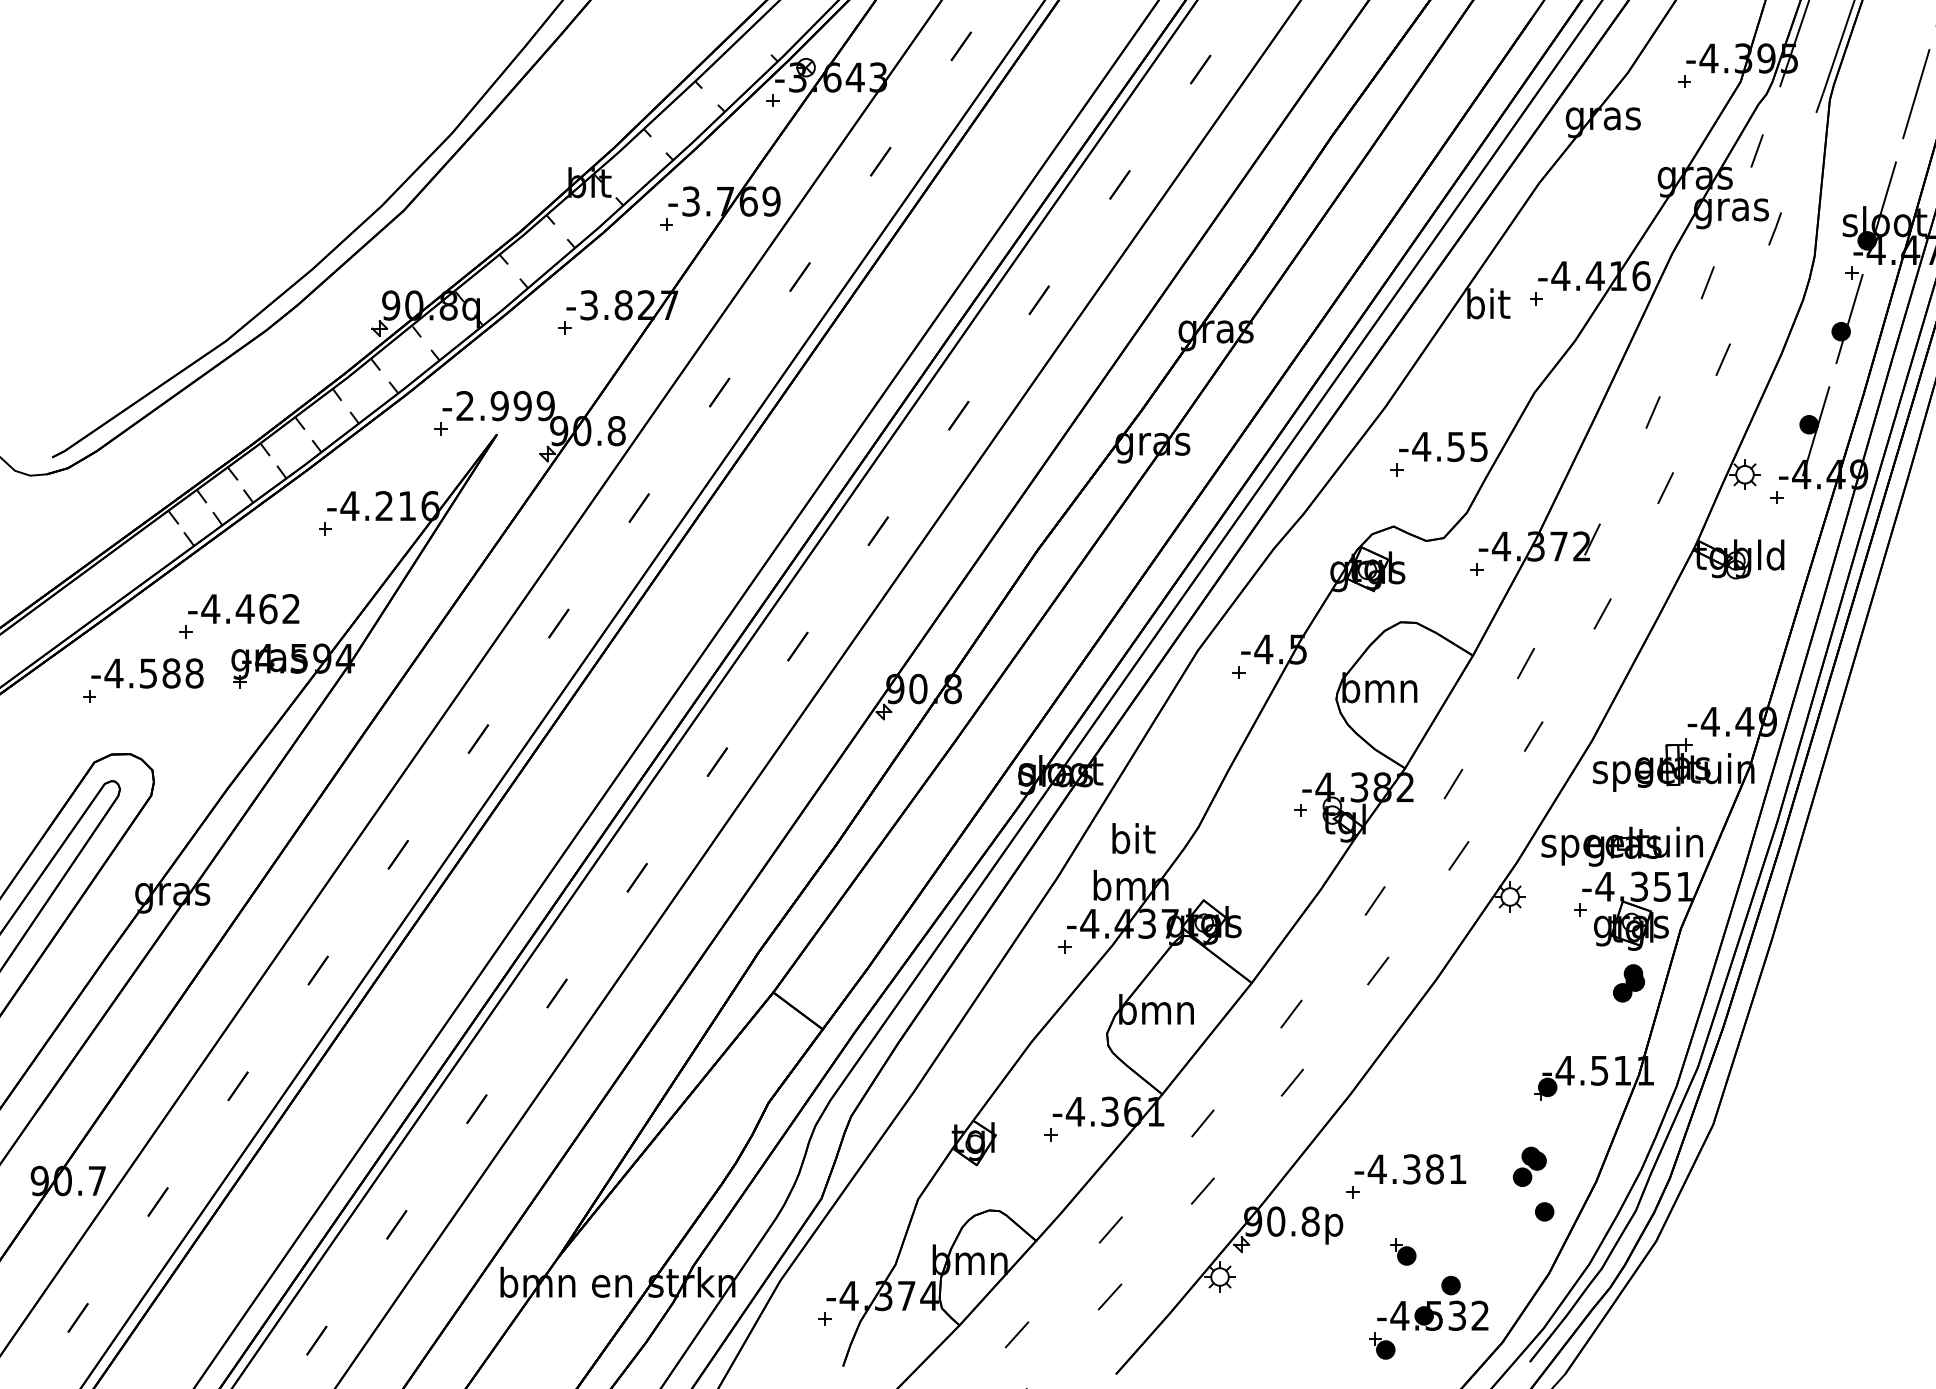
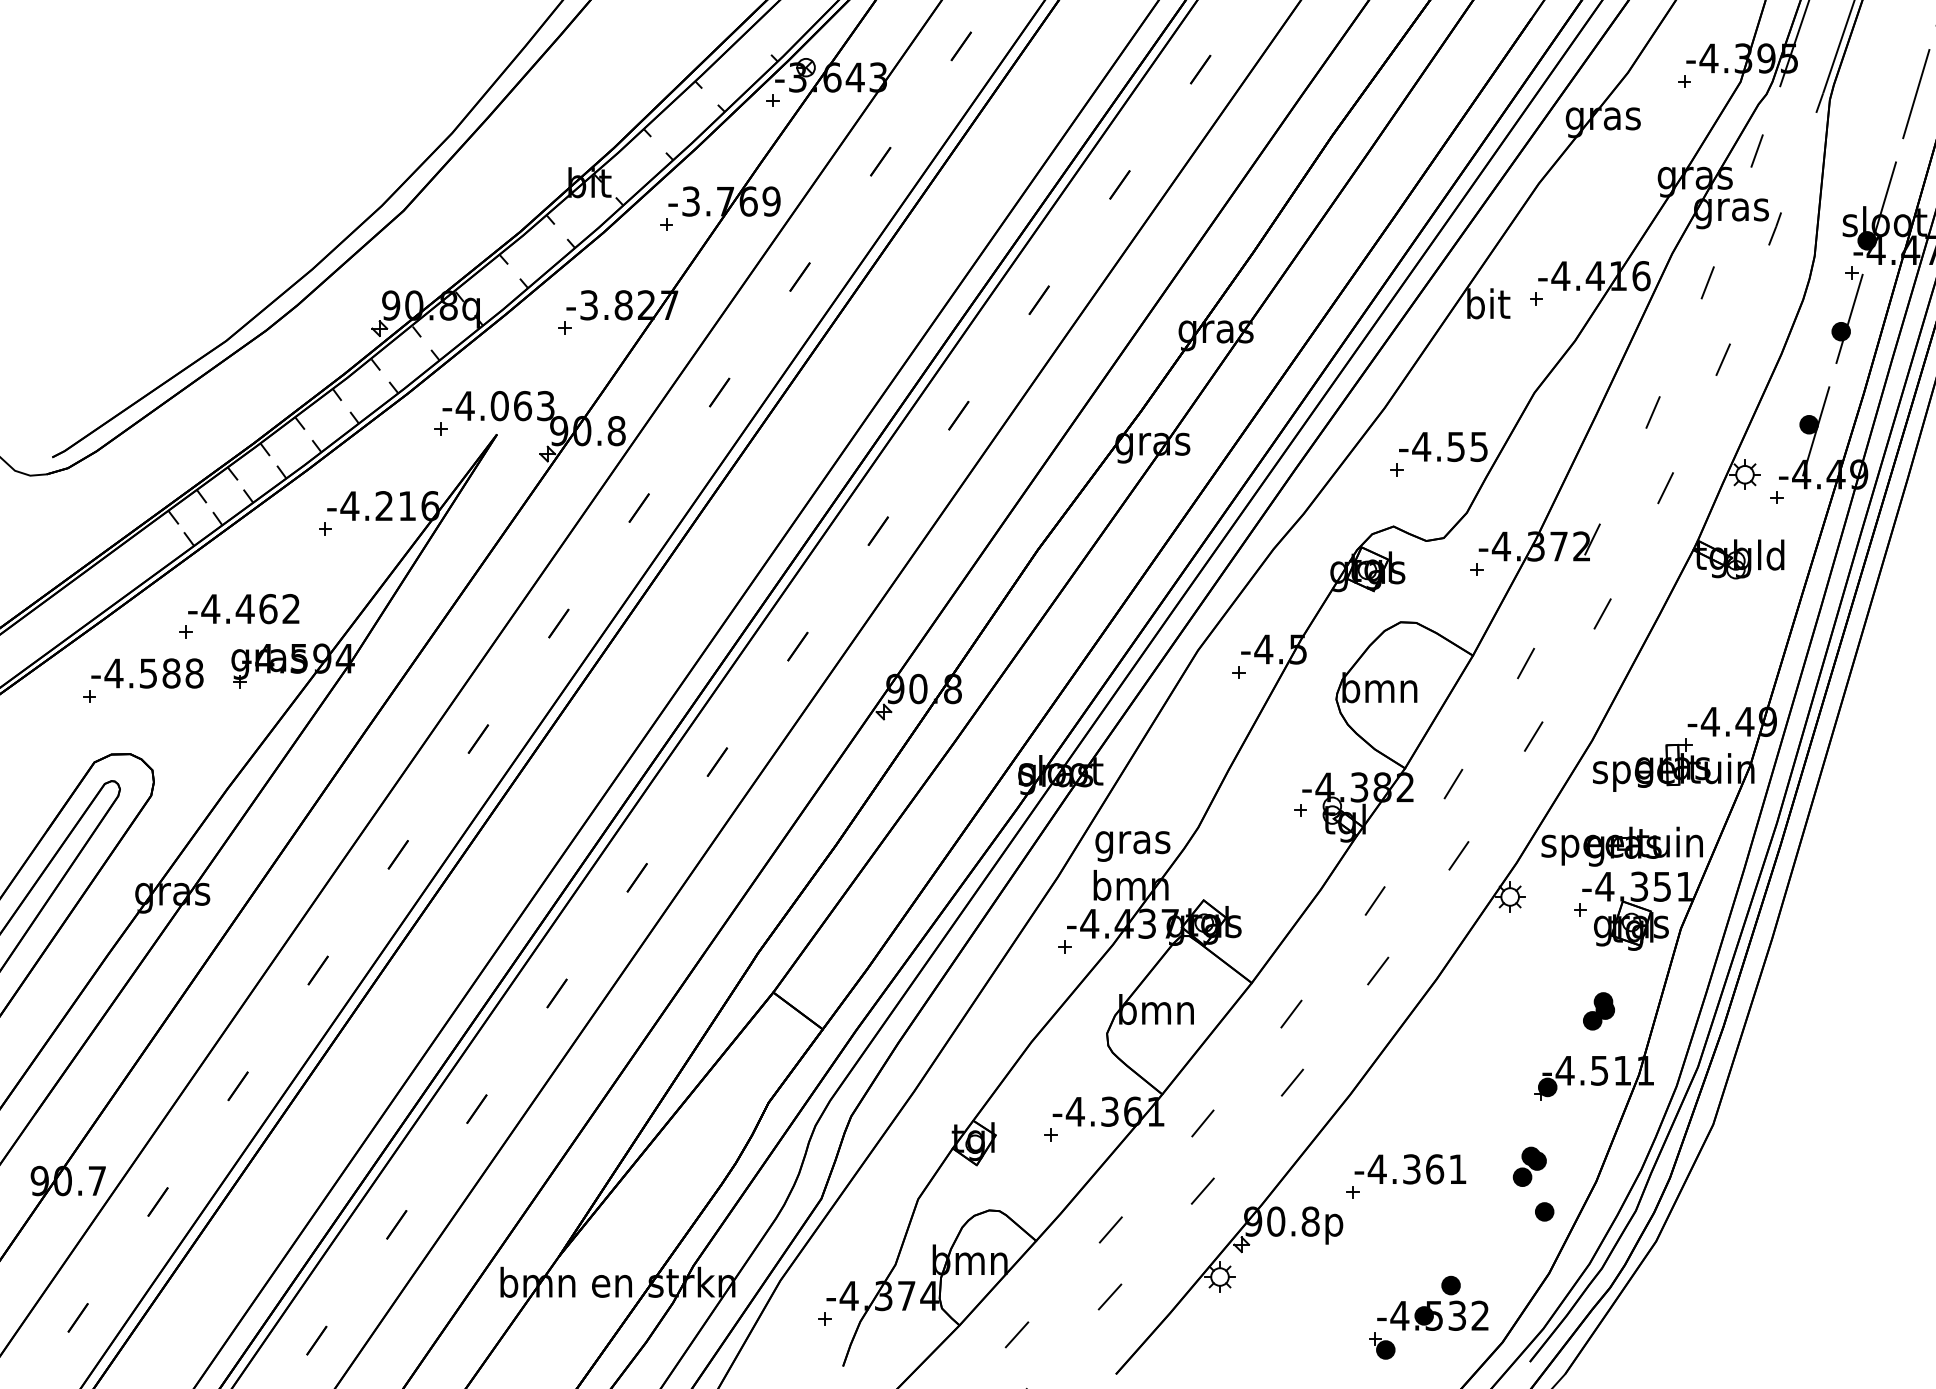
text at (504, 406): -2.999 -> -4.063
text at (1132, 842): bit -> gras
part at (1628, 983) position: (1628, 983) -> (1598, 1011)
text at (1435, 1169): -4.381 -> -4.361
part at (1403, 1251): present -> none
